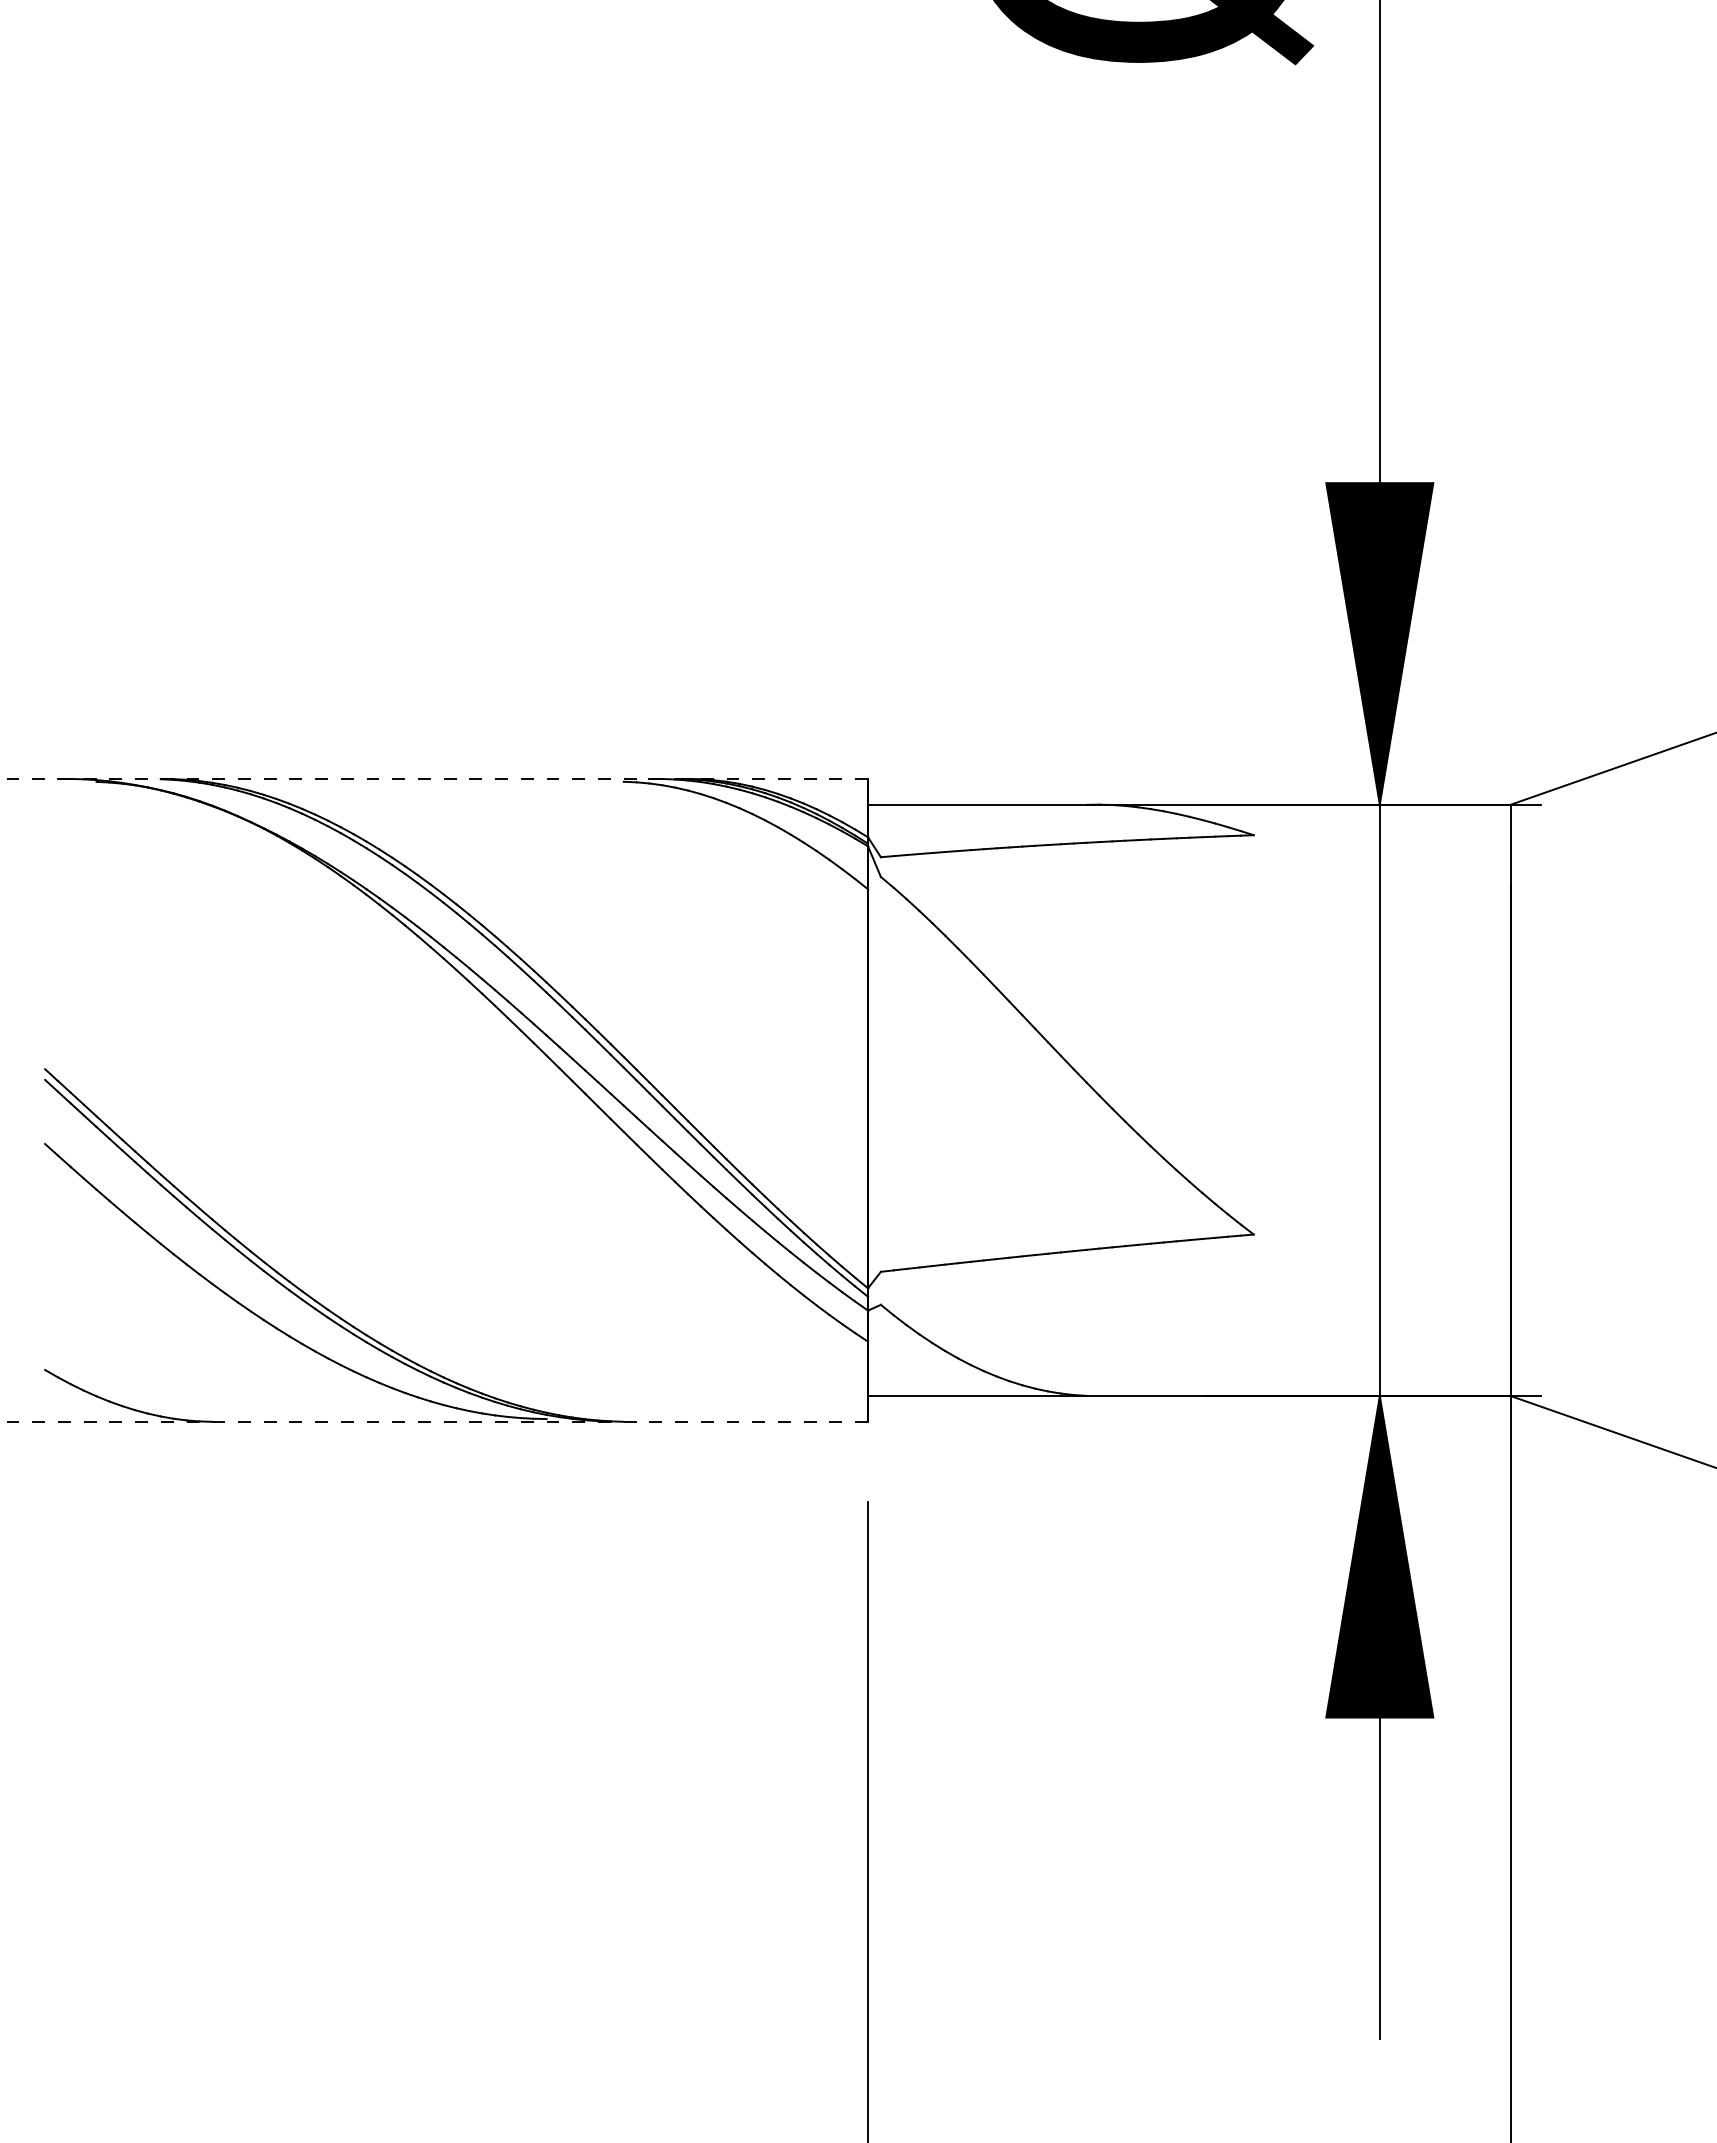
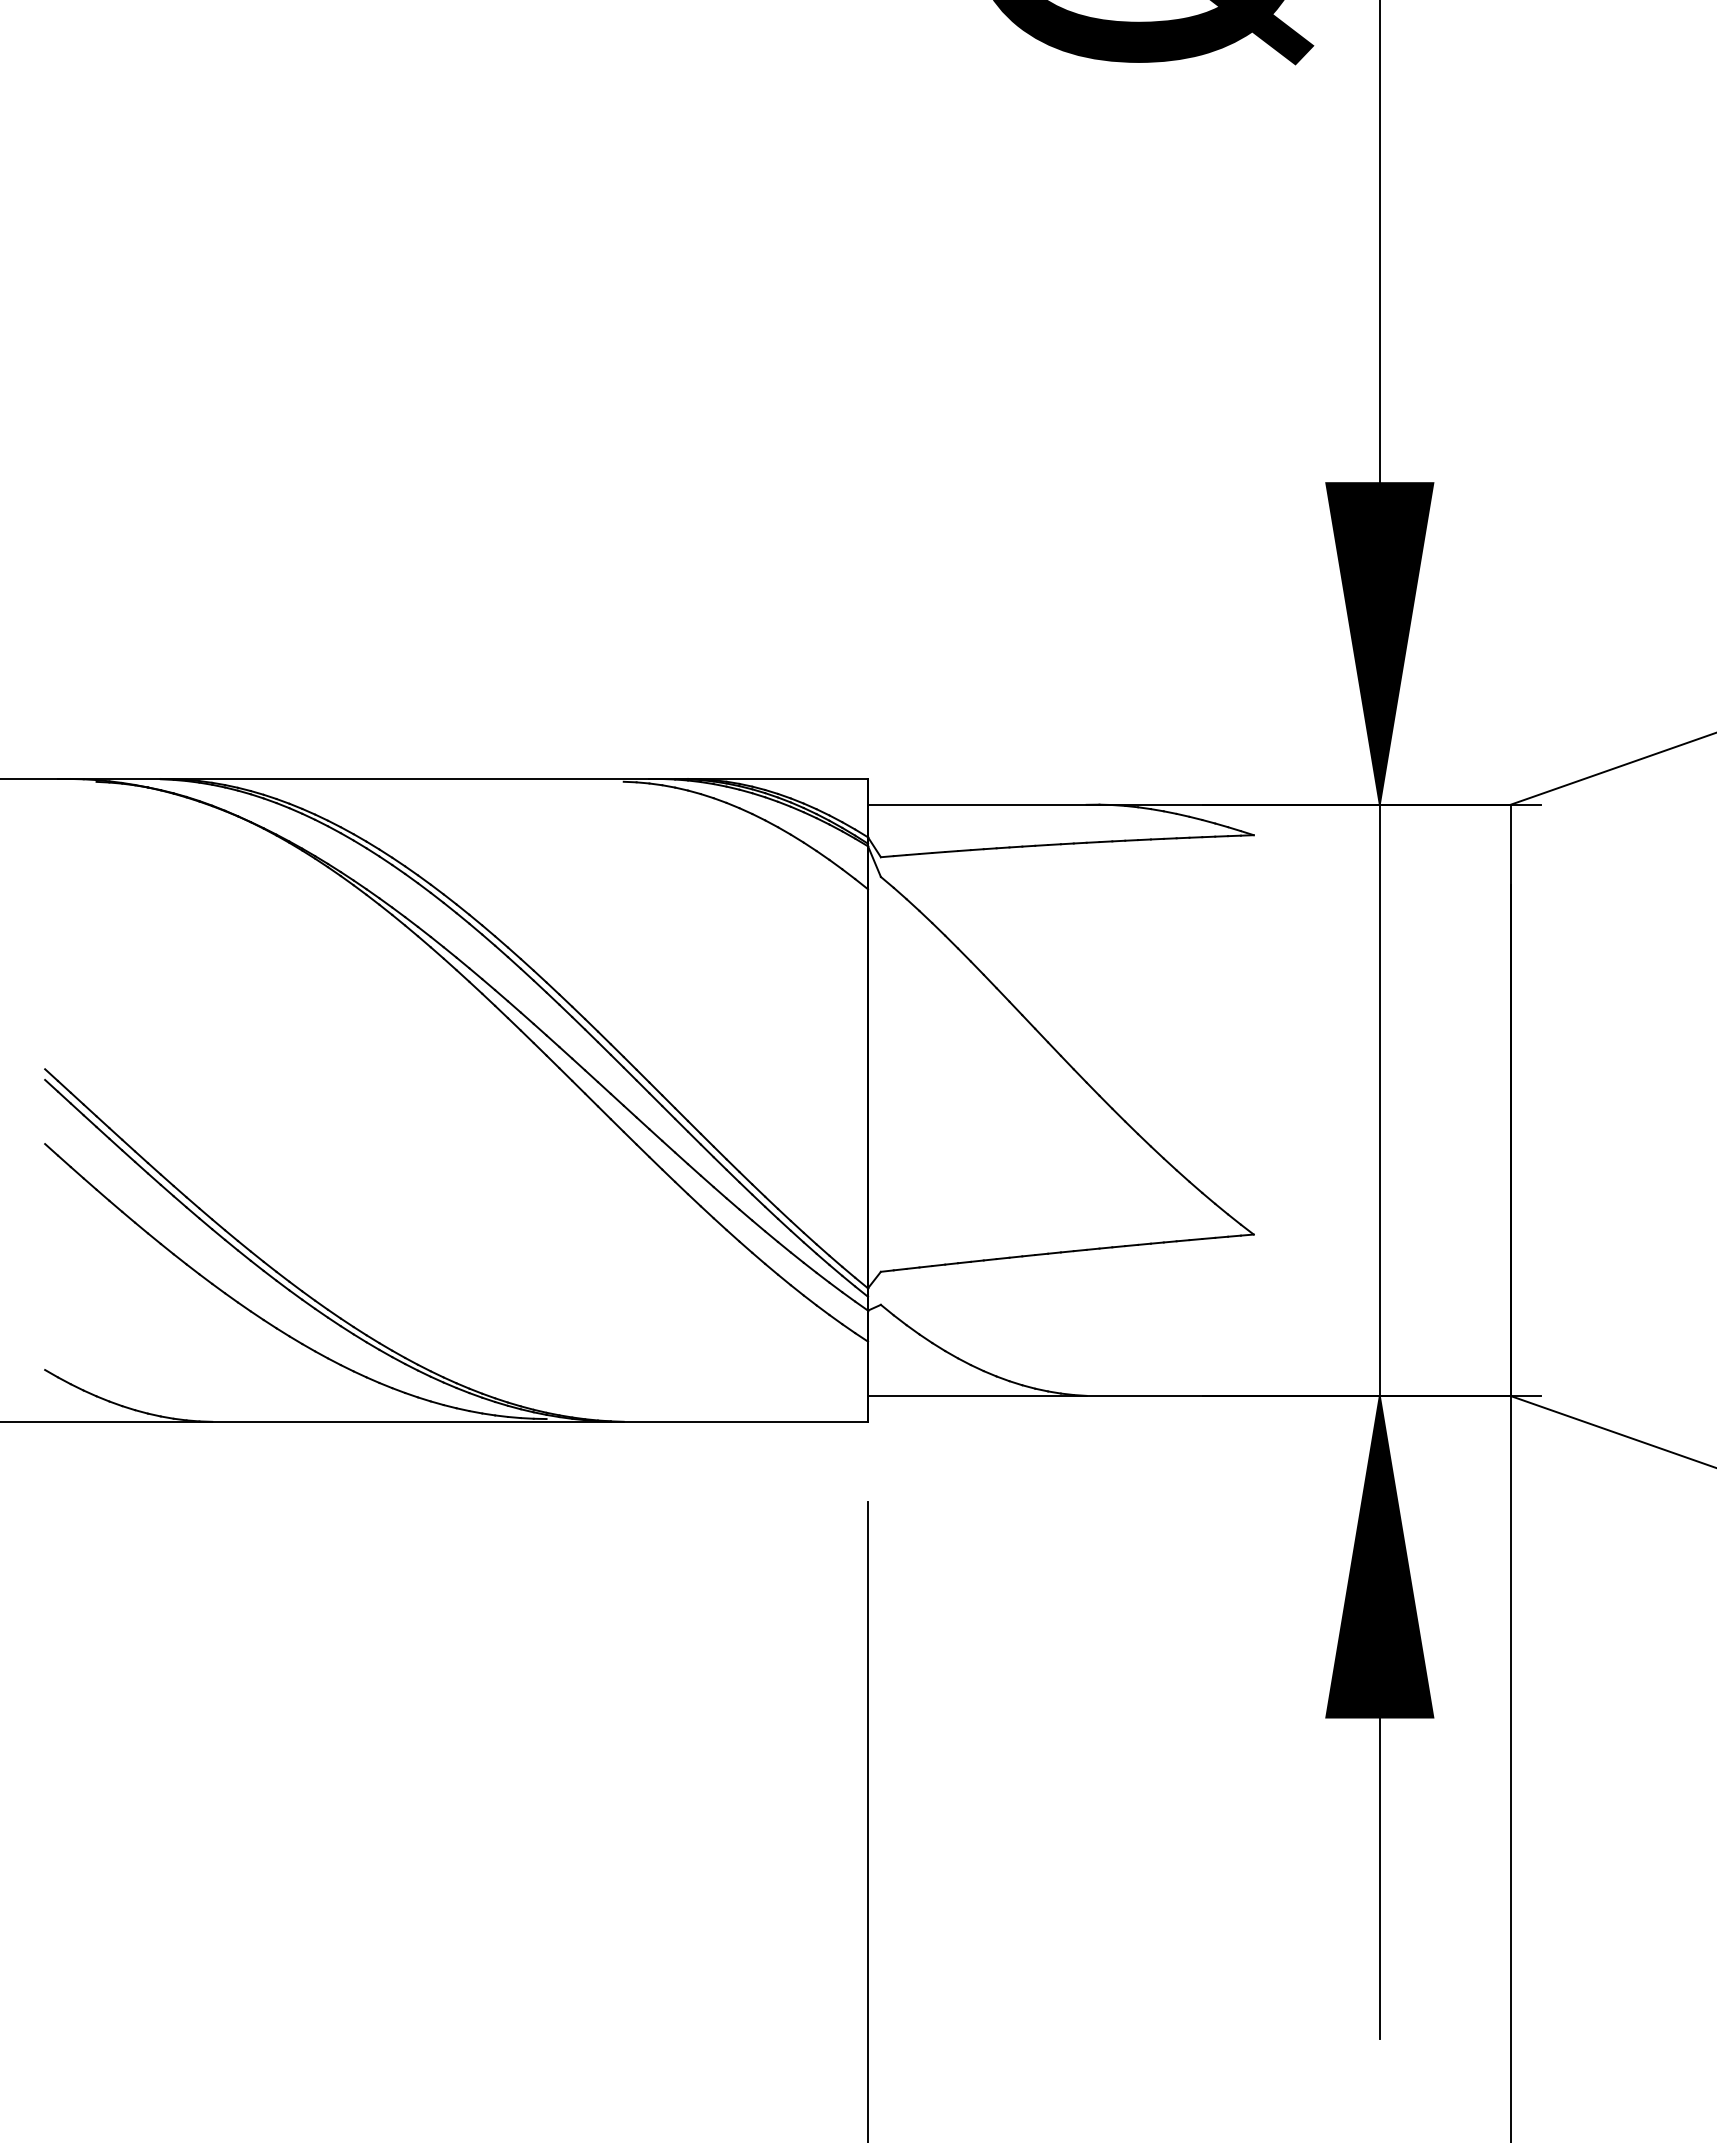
line at (434, 778): dashed -> solid
line at (434, 1421): dashed -> solid
